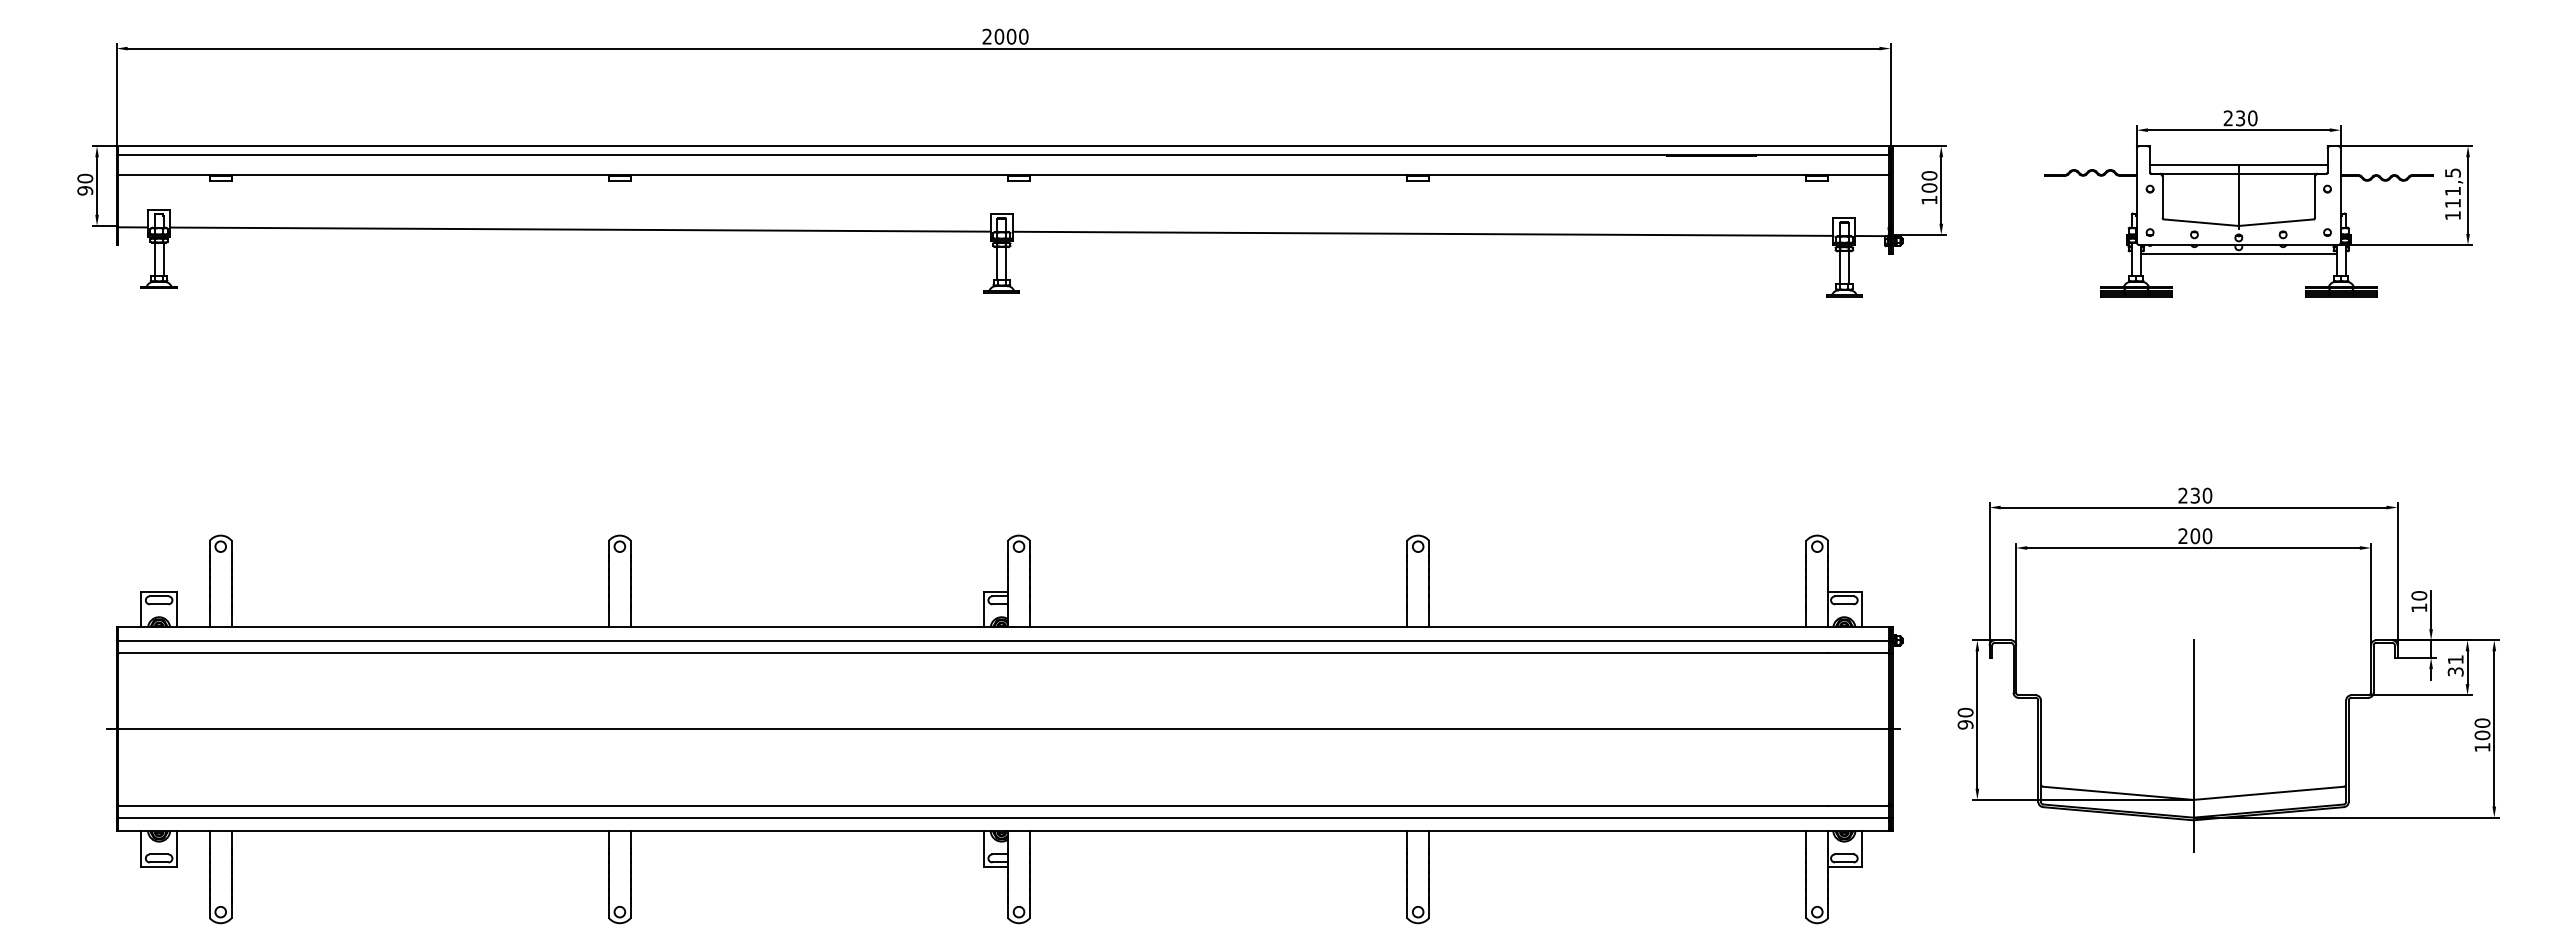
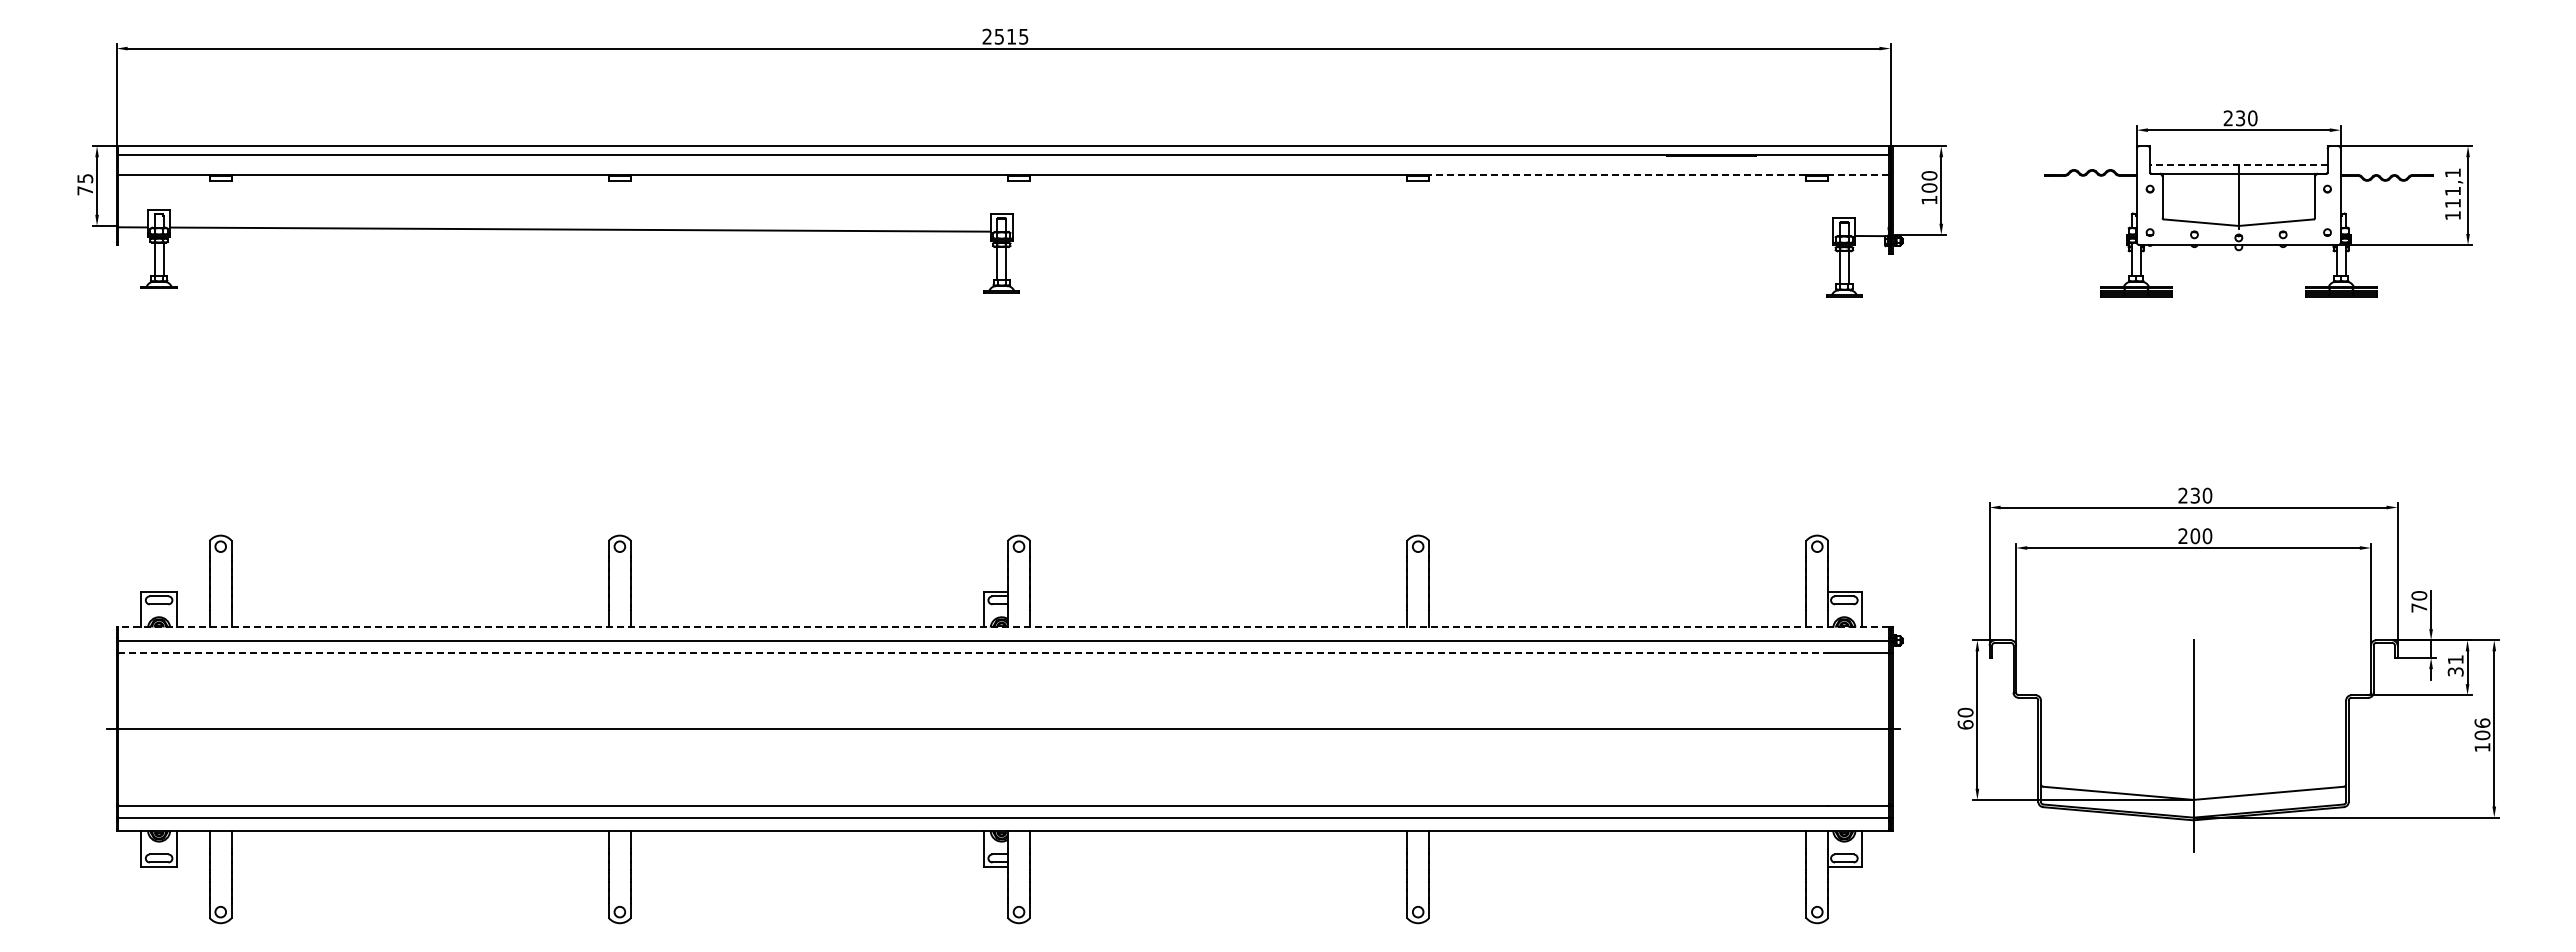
text at (1011, 36): 2000 -> 2515
line at (2238, 164): solid -> dashed
text at (2452, 172): 111,5 -> 111,1
line at (1617, 174): solid -> dashed
line at (1858, 174): solid -> dashed
text at (85, 184): 90 -> 75
line at (1422, 233): present -> none
line at (2238, 253): present -> none
text at (2419, 607): 10 -> 70
line at (1003, 627): solid -> dashed
line at (973, 653): solid -> dashed
text at (2482, 722): 100 -> 106
text at (1965, 724): 90 -> 60
